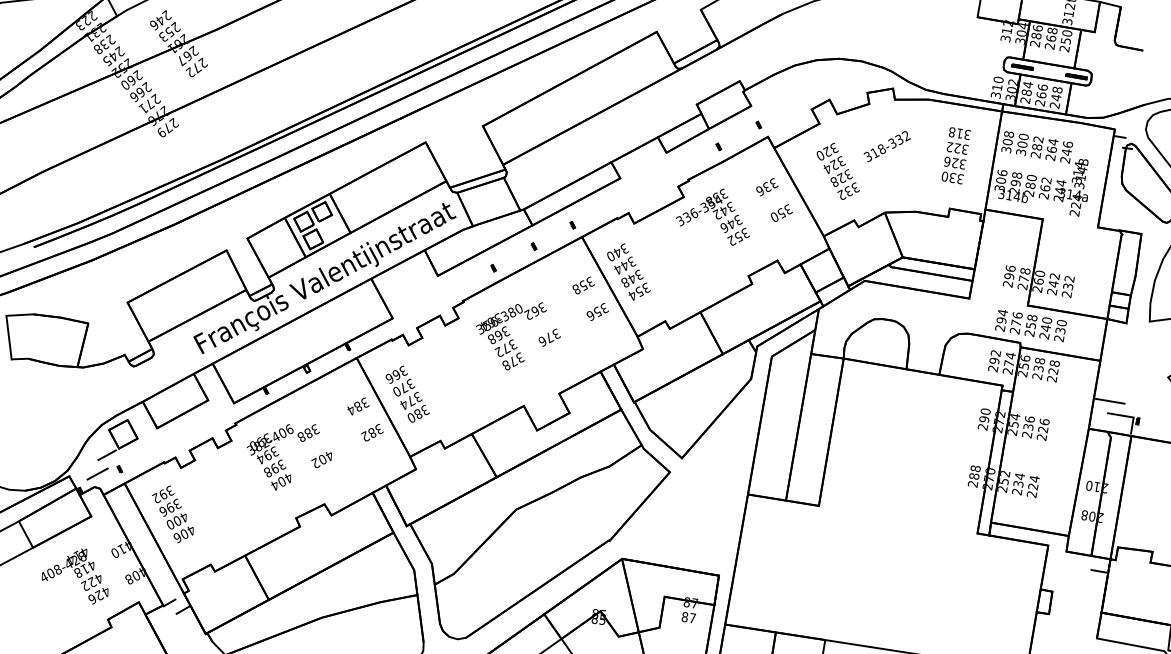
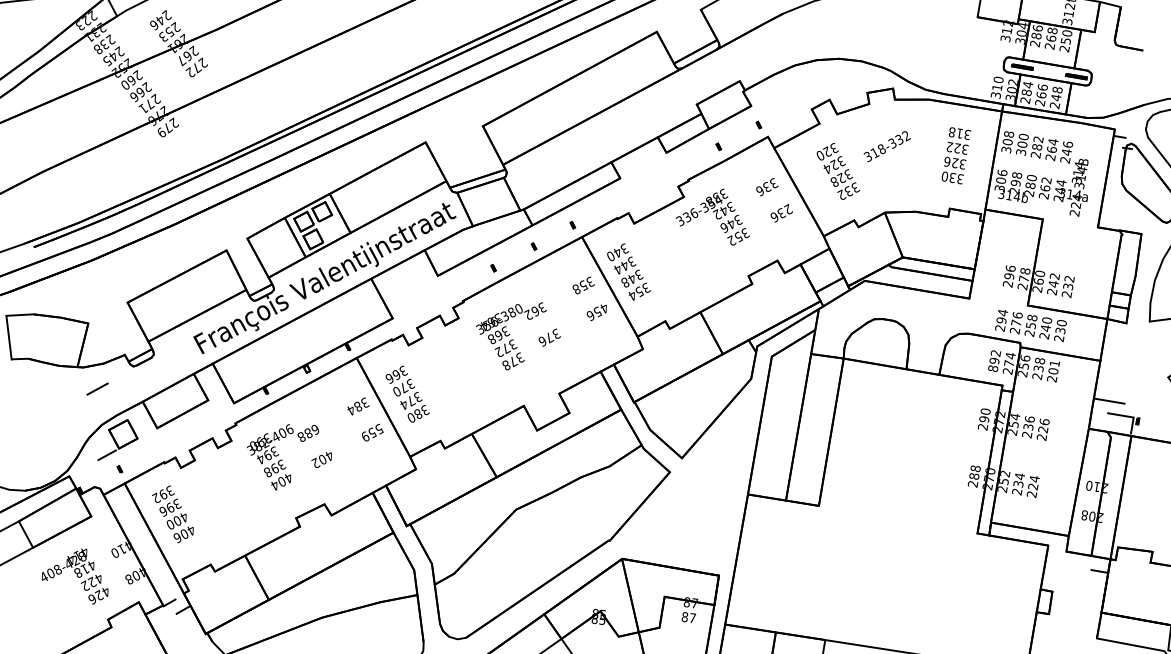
text at (781, 213): 350 -> 236
text at (604, 308): 356 -> 456
text at (1053, 367): 228 -> 201
text at (993, 368): 292 -> 892
text at (315, 429): 388 -> 688
text at (371, 433): 382 -> 559
line at (97, 473) position: (97, 473) -> (97, 388)
